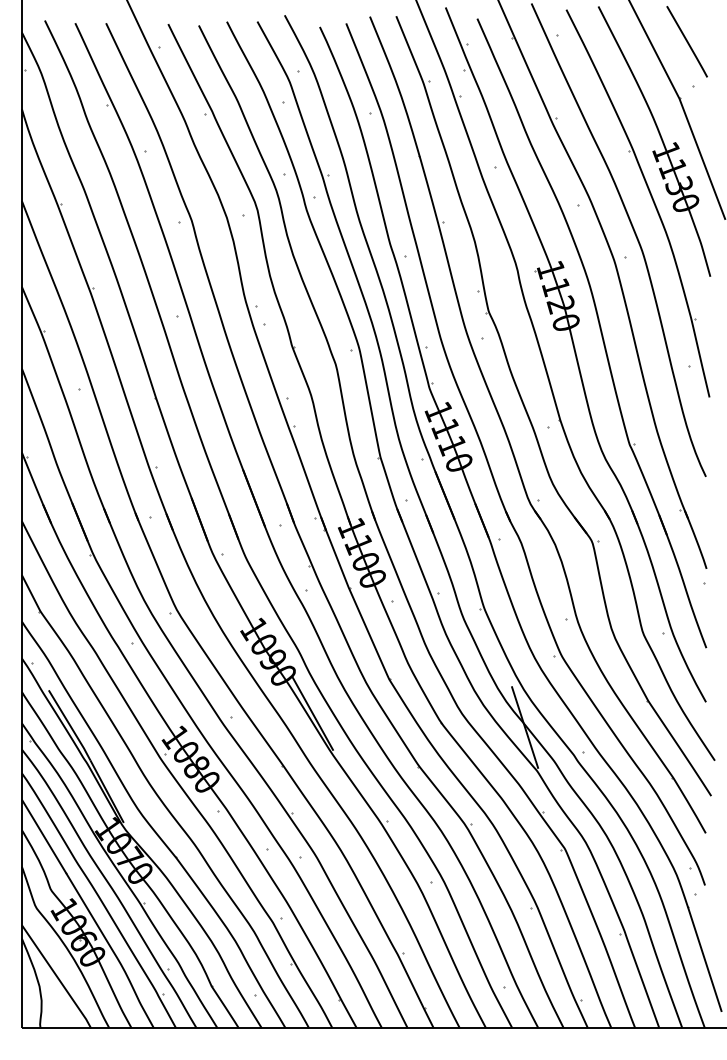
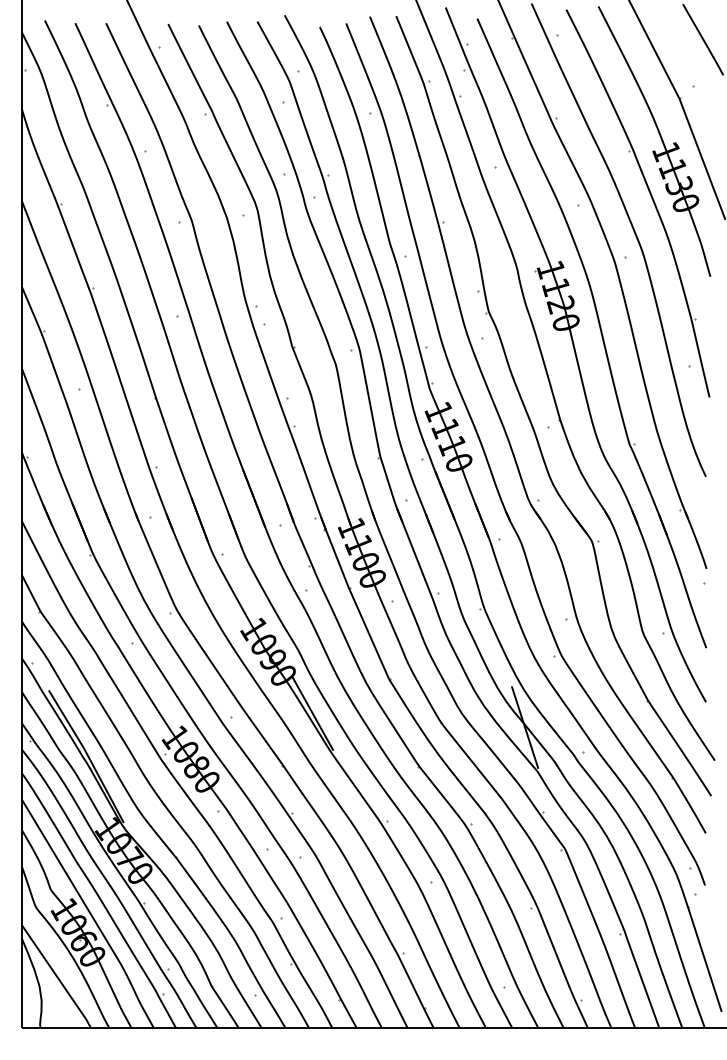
line at (686, 41) position: (686, 41) -> (702, 39)
